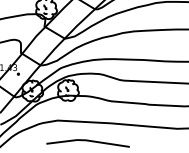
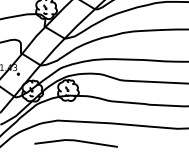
line at (87, 141) position: (87, 141) -> (75, 141)
